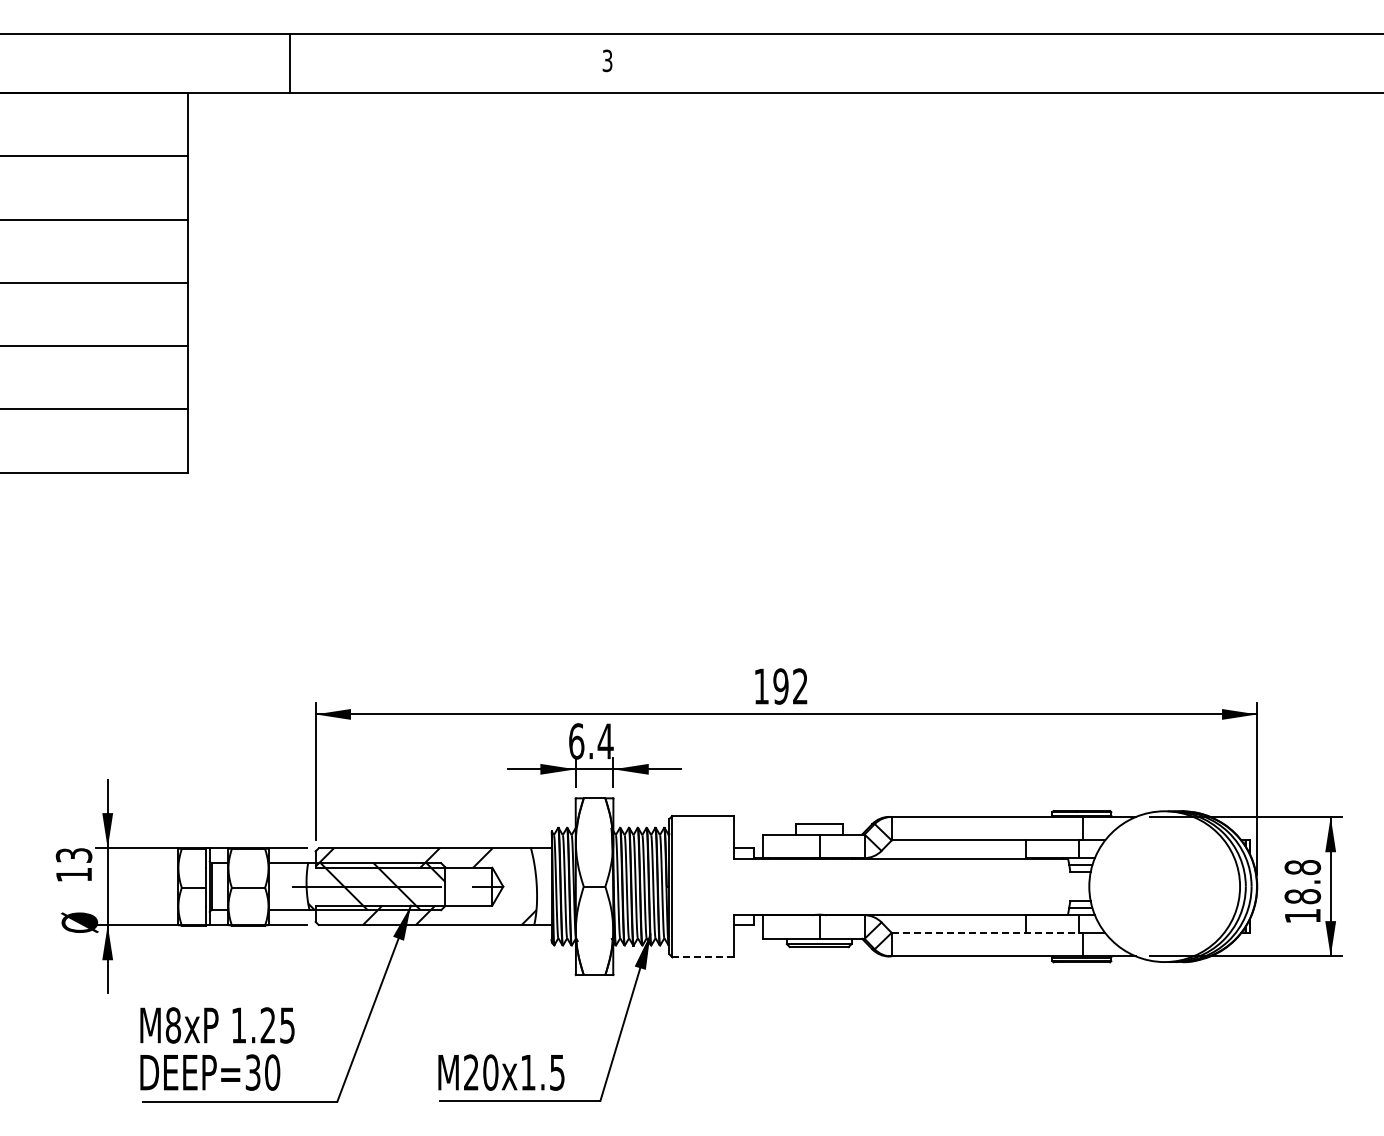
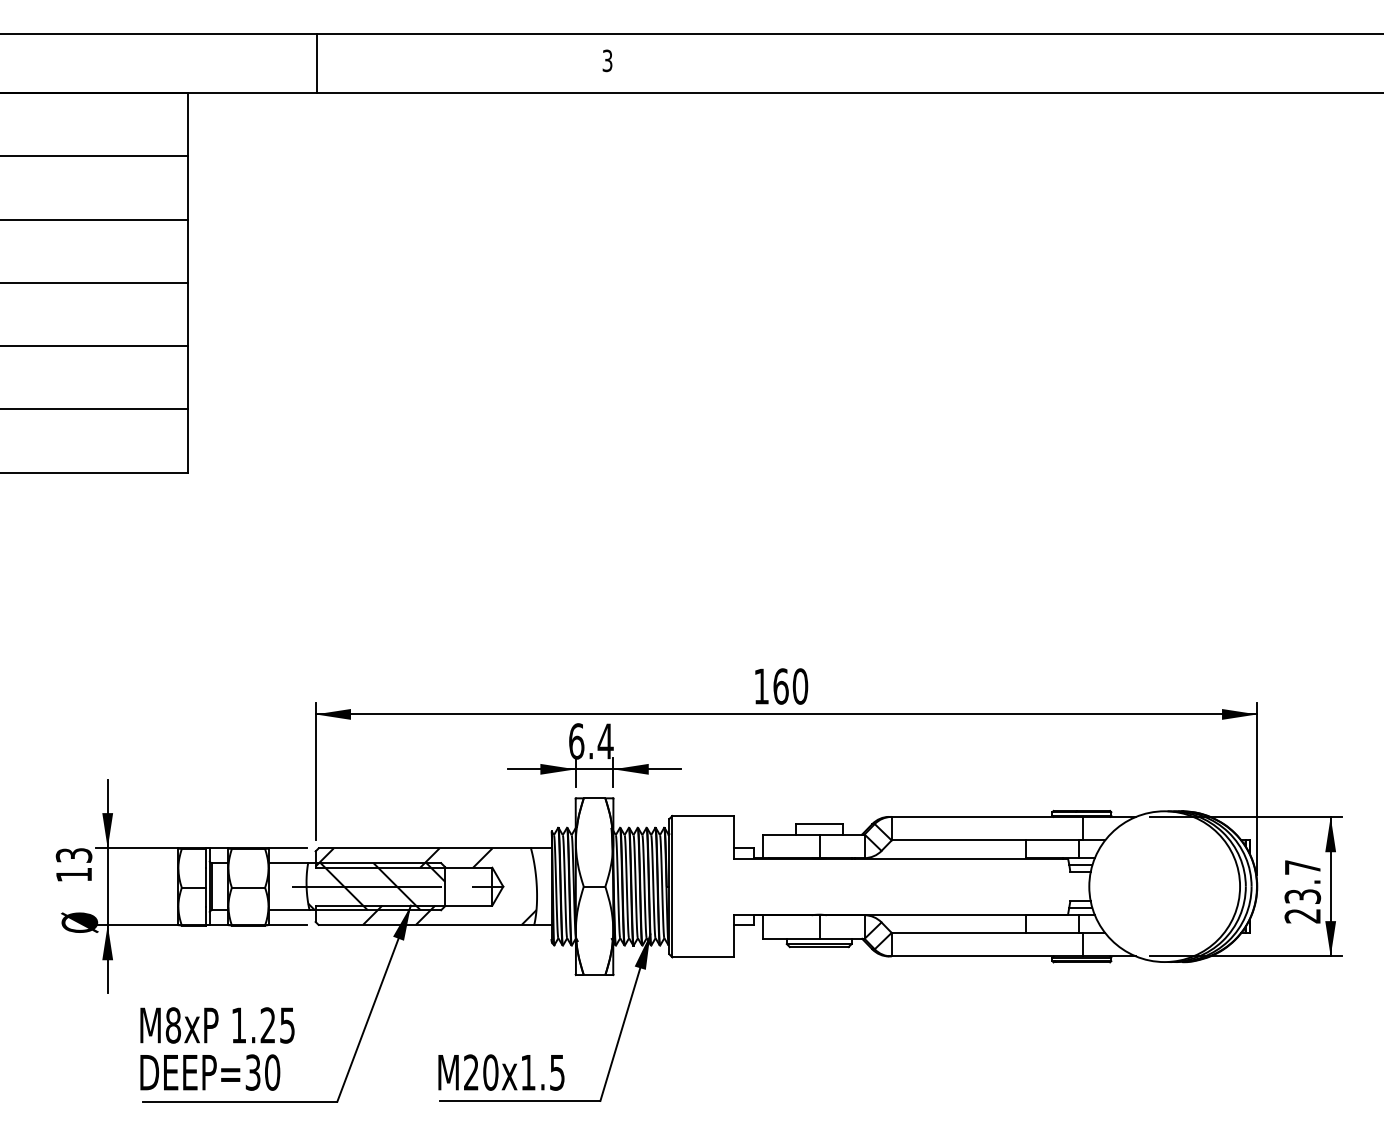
line at (289, 63) position: (289, 63) -> (316, 63)
text at (790, 686): 192 -> 160
text at (1302, 891): 18.8 -> 23.7
line at (986, 932): dashed -> solid
line at (703, 957): dashed -> solid
